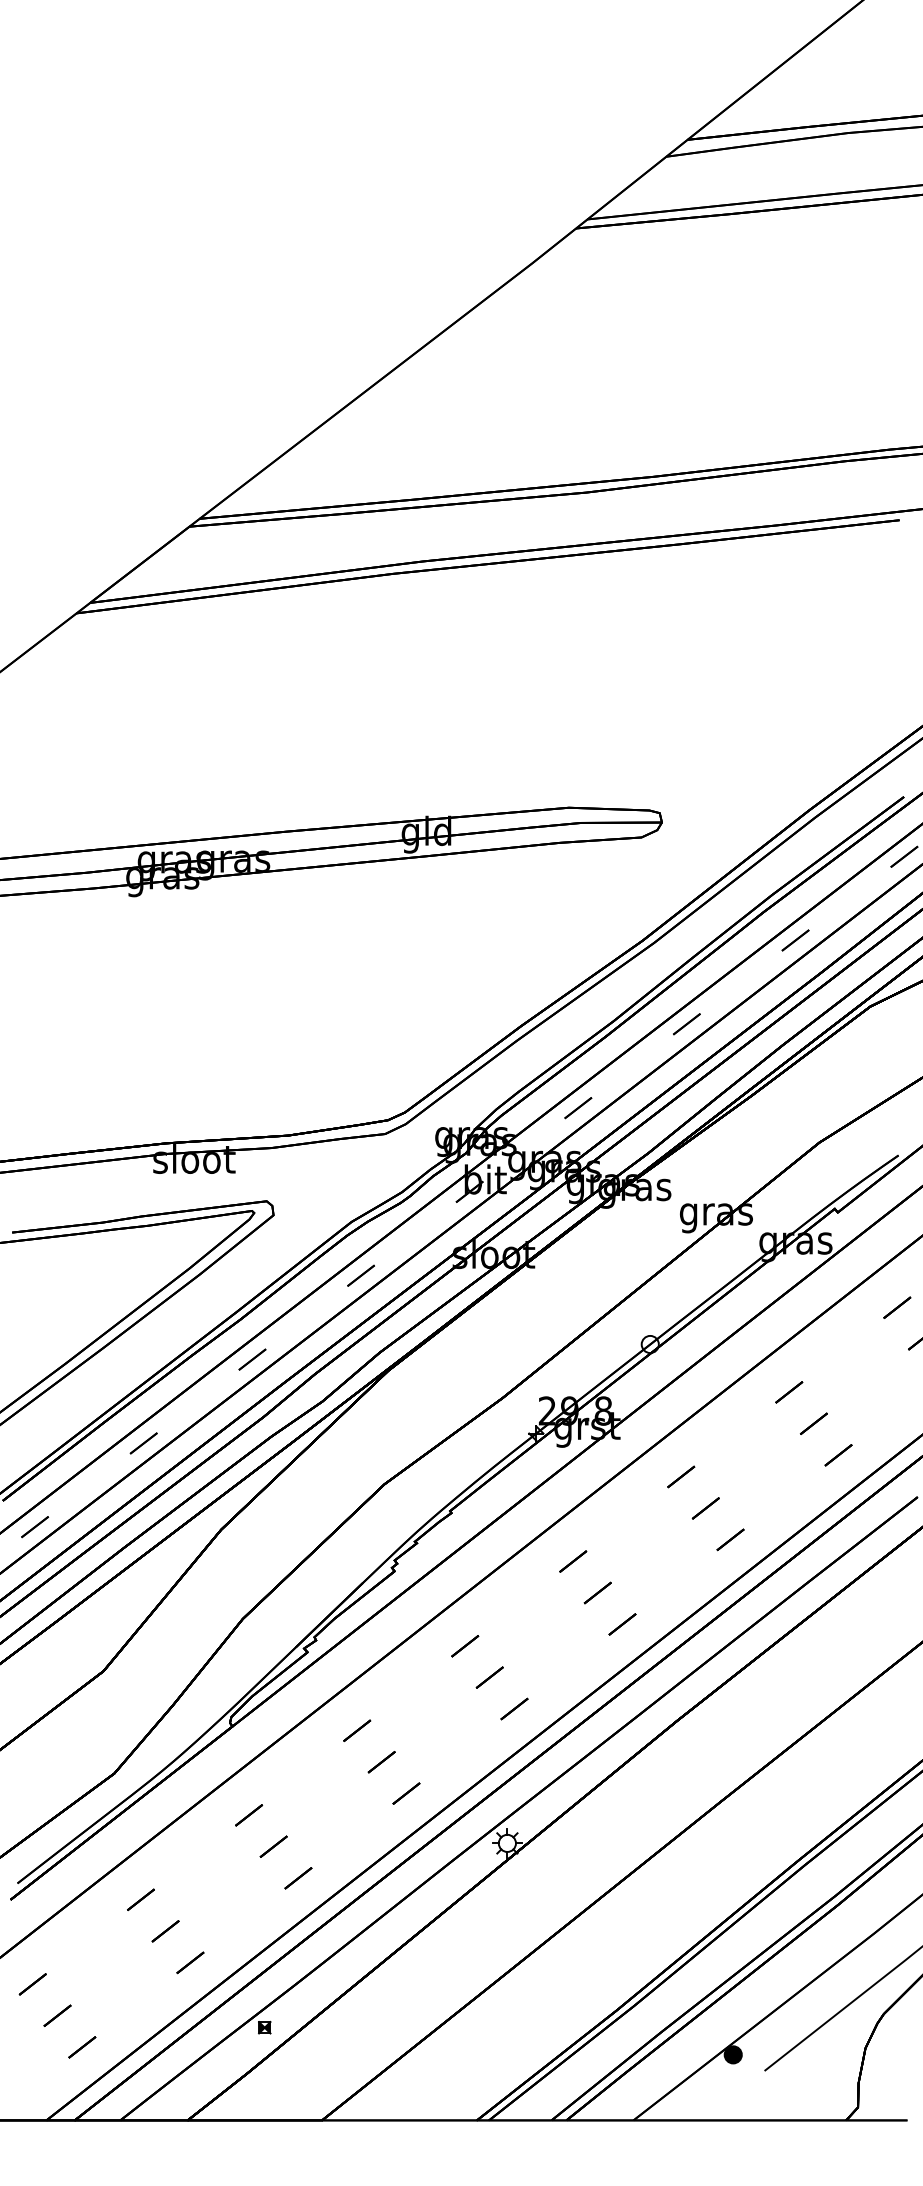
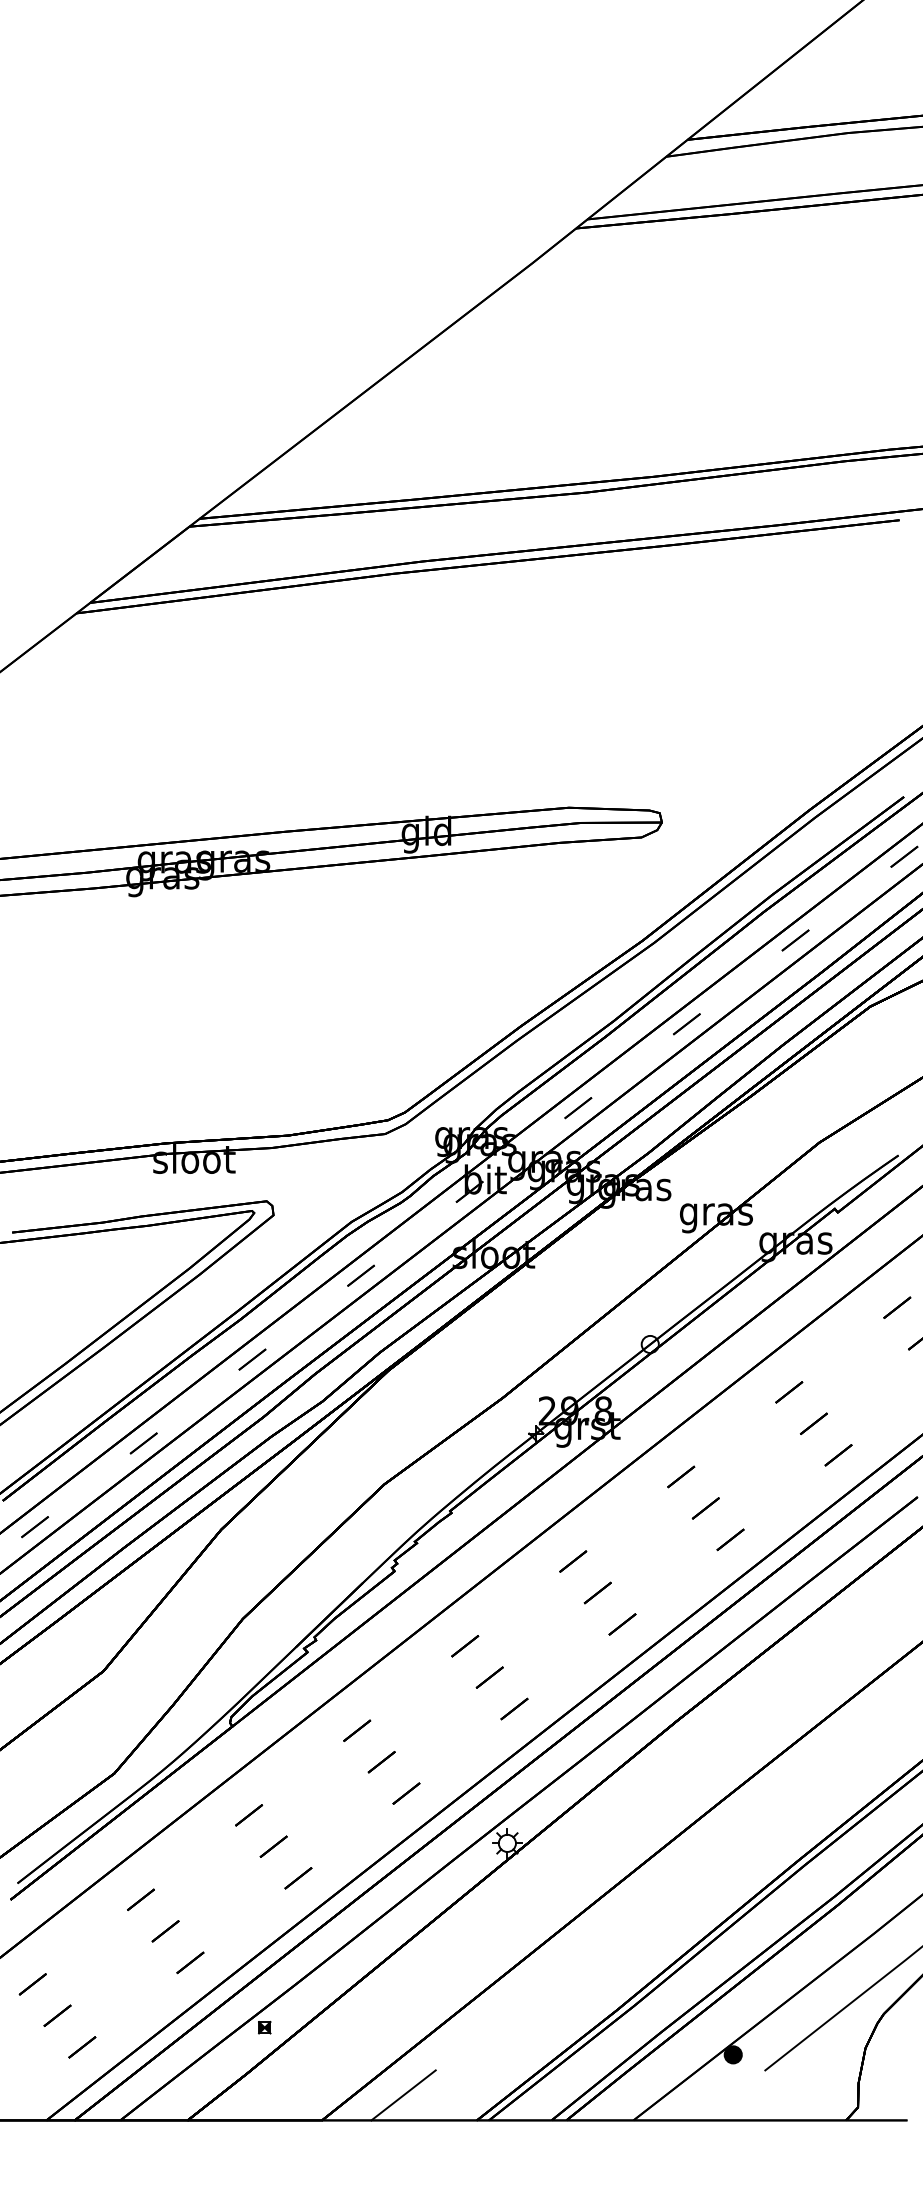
line at (403, 2095): none -> present
